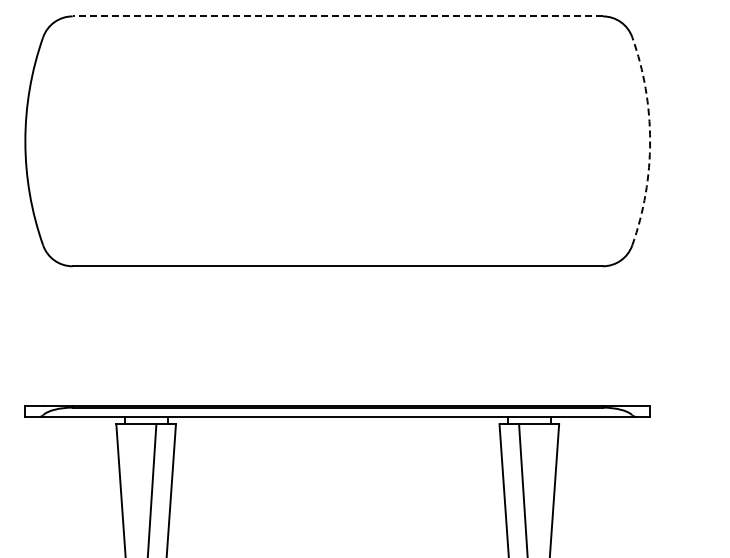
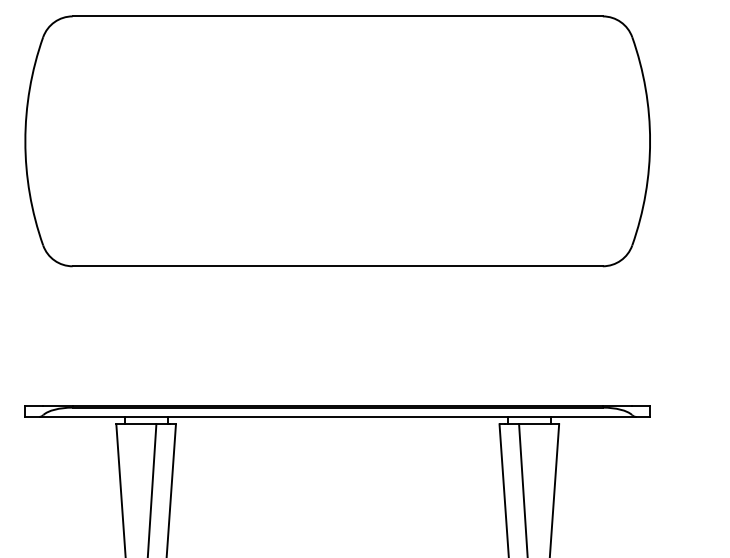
line at (337, 16): dashed -> solid
arc at (650, 141): dashed -> solid
